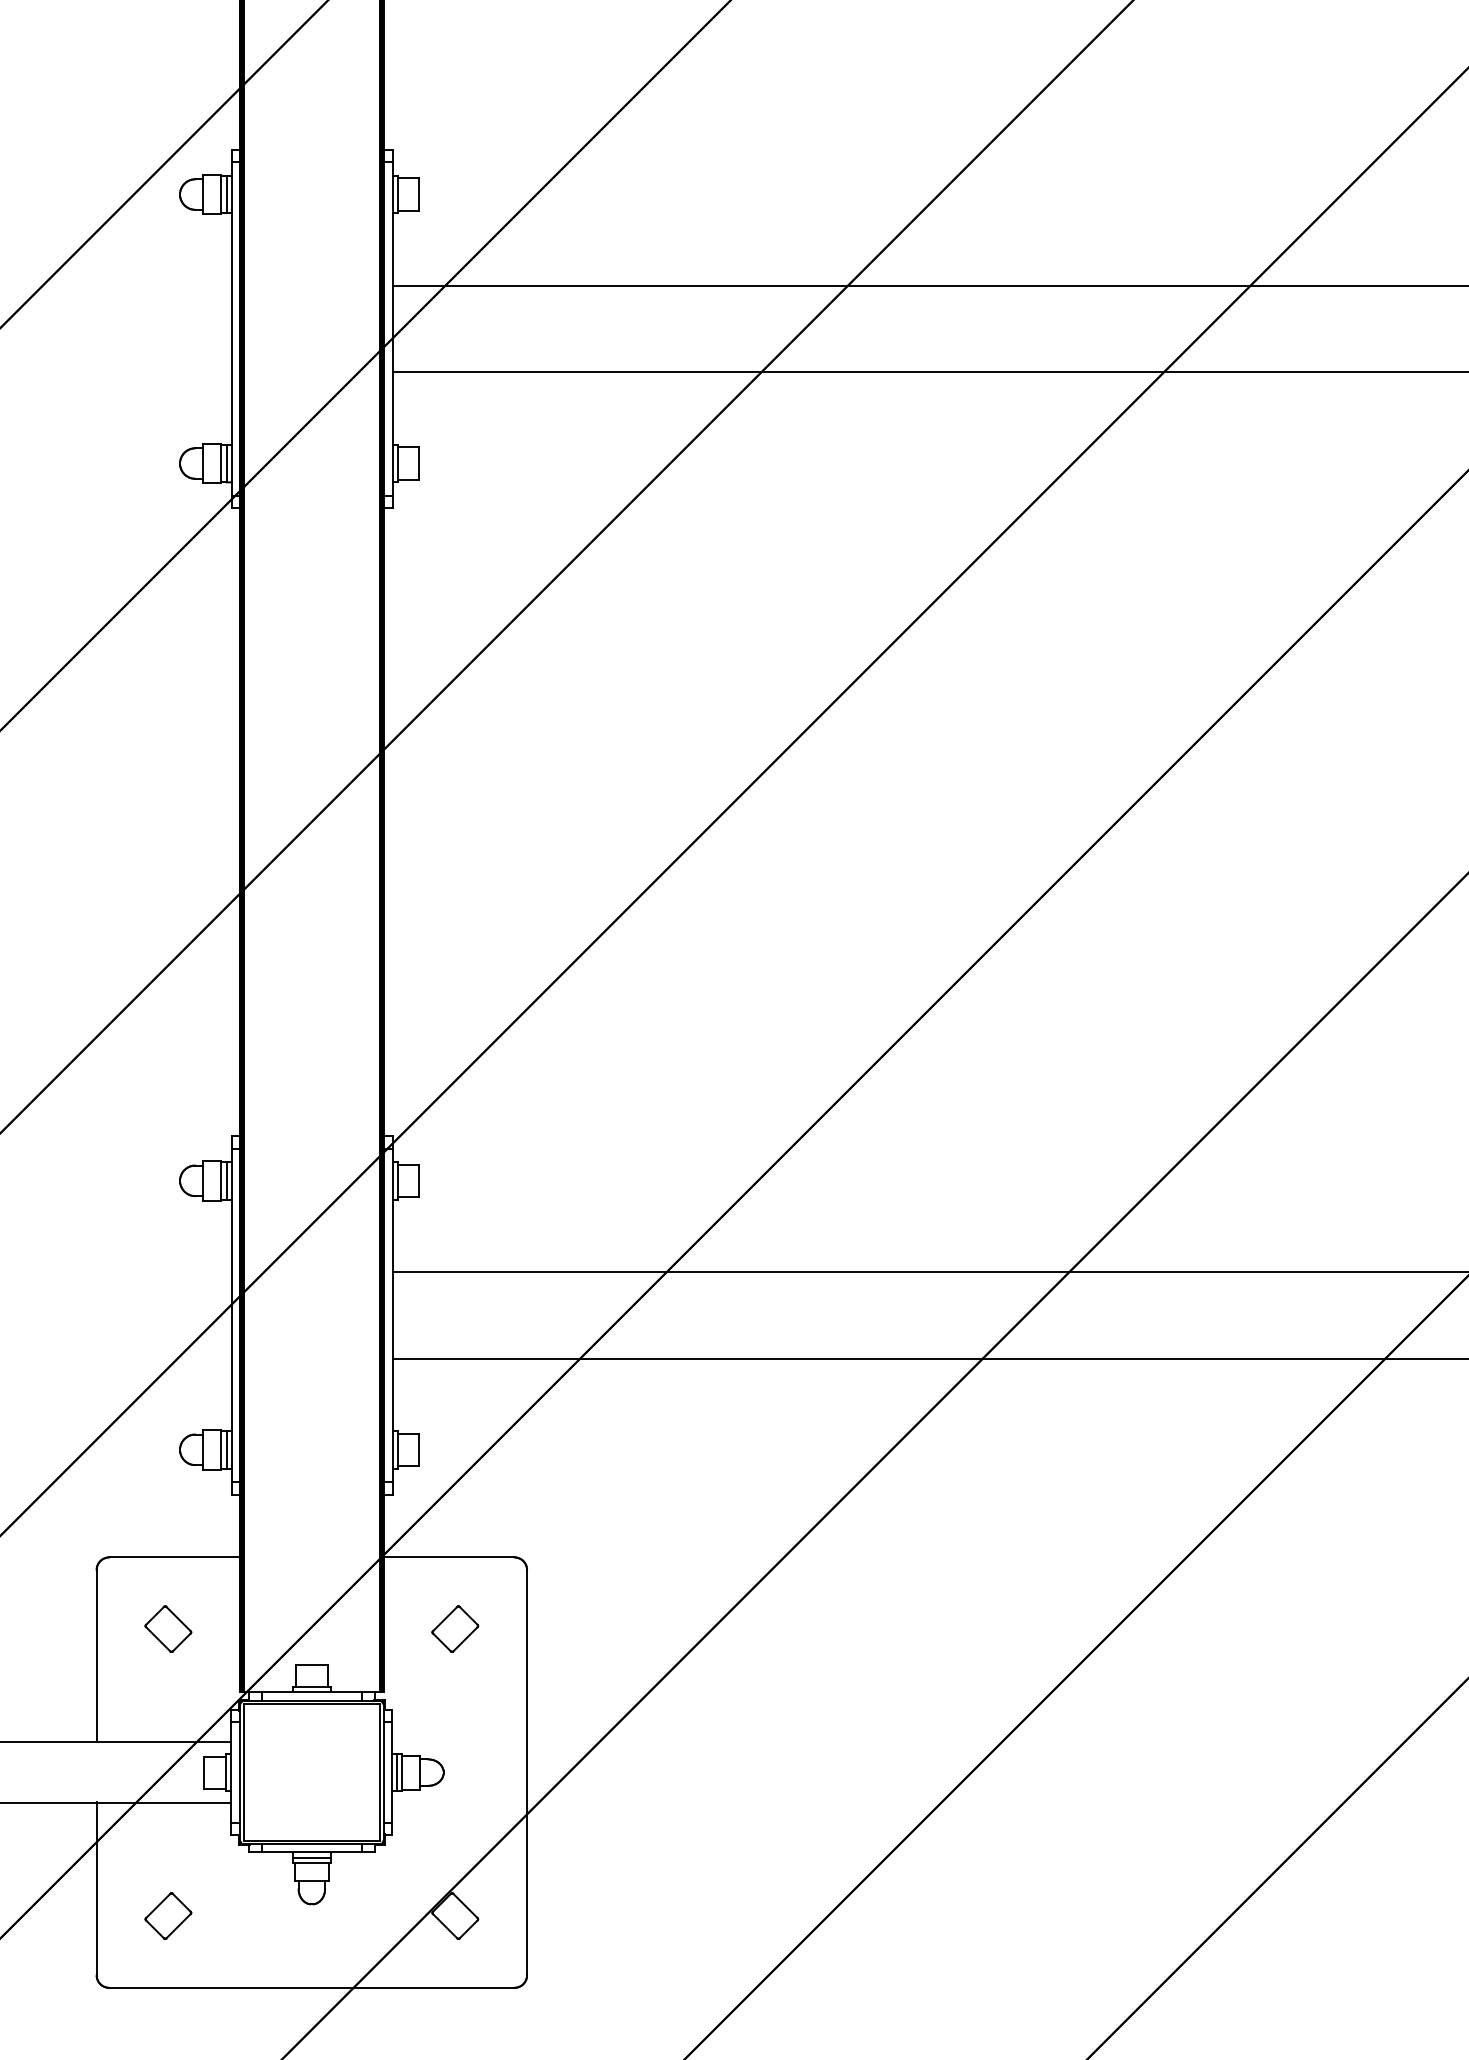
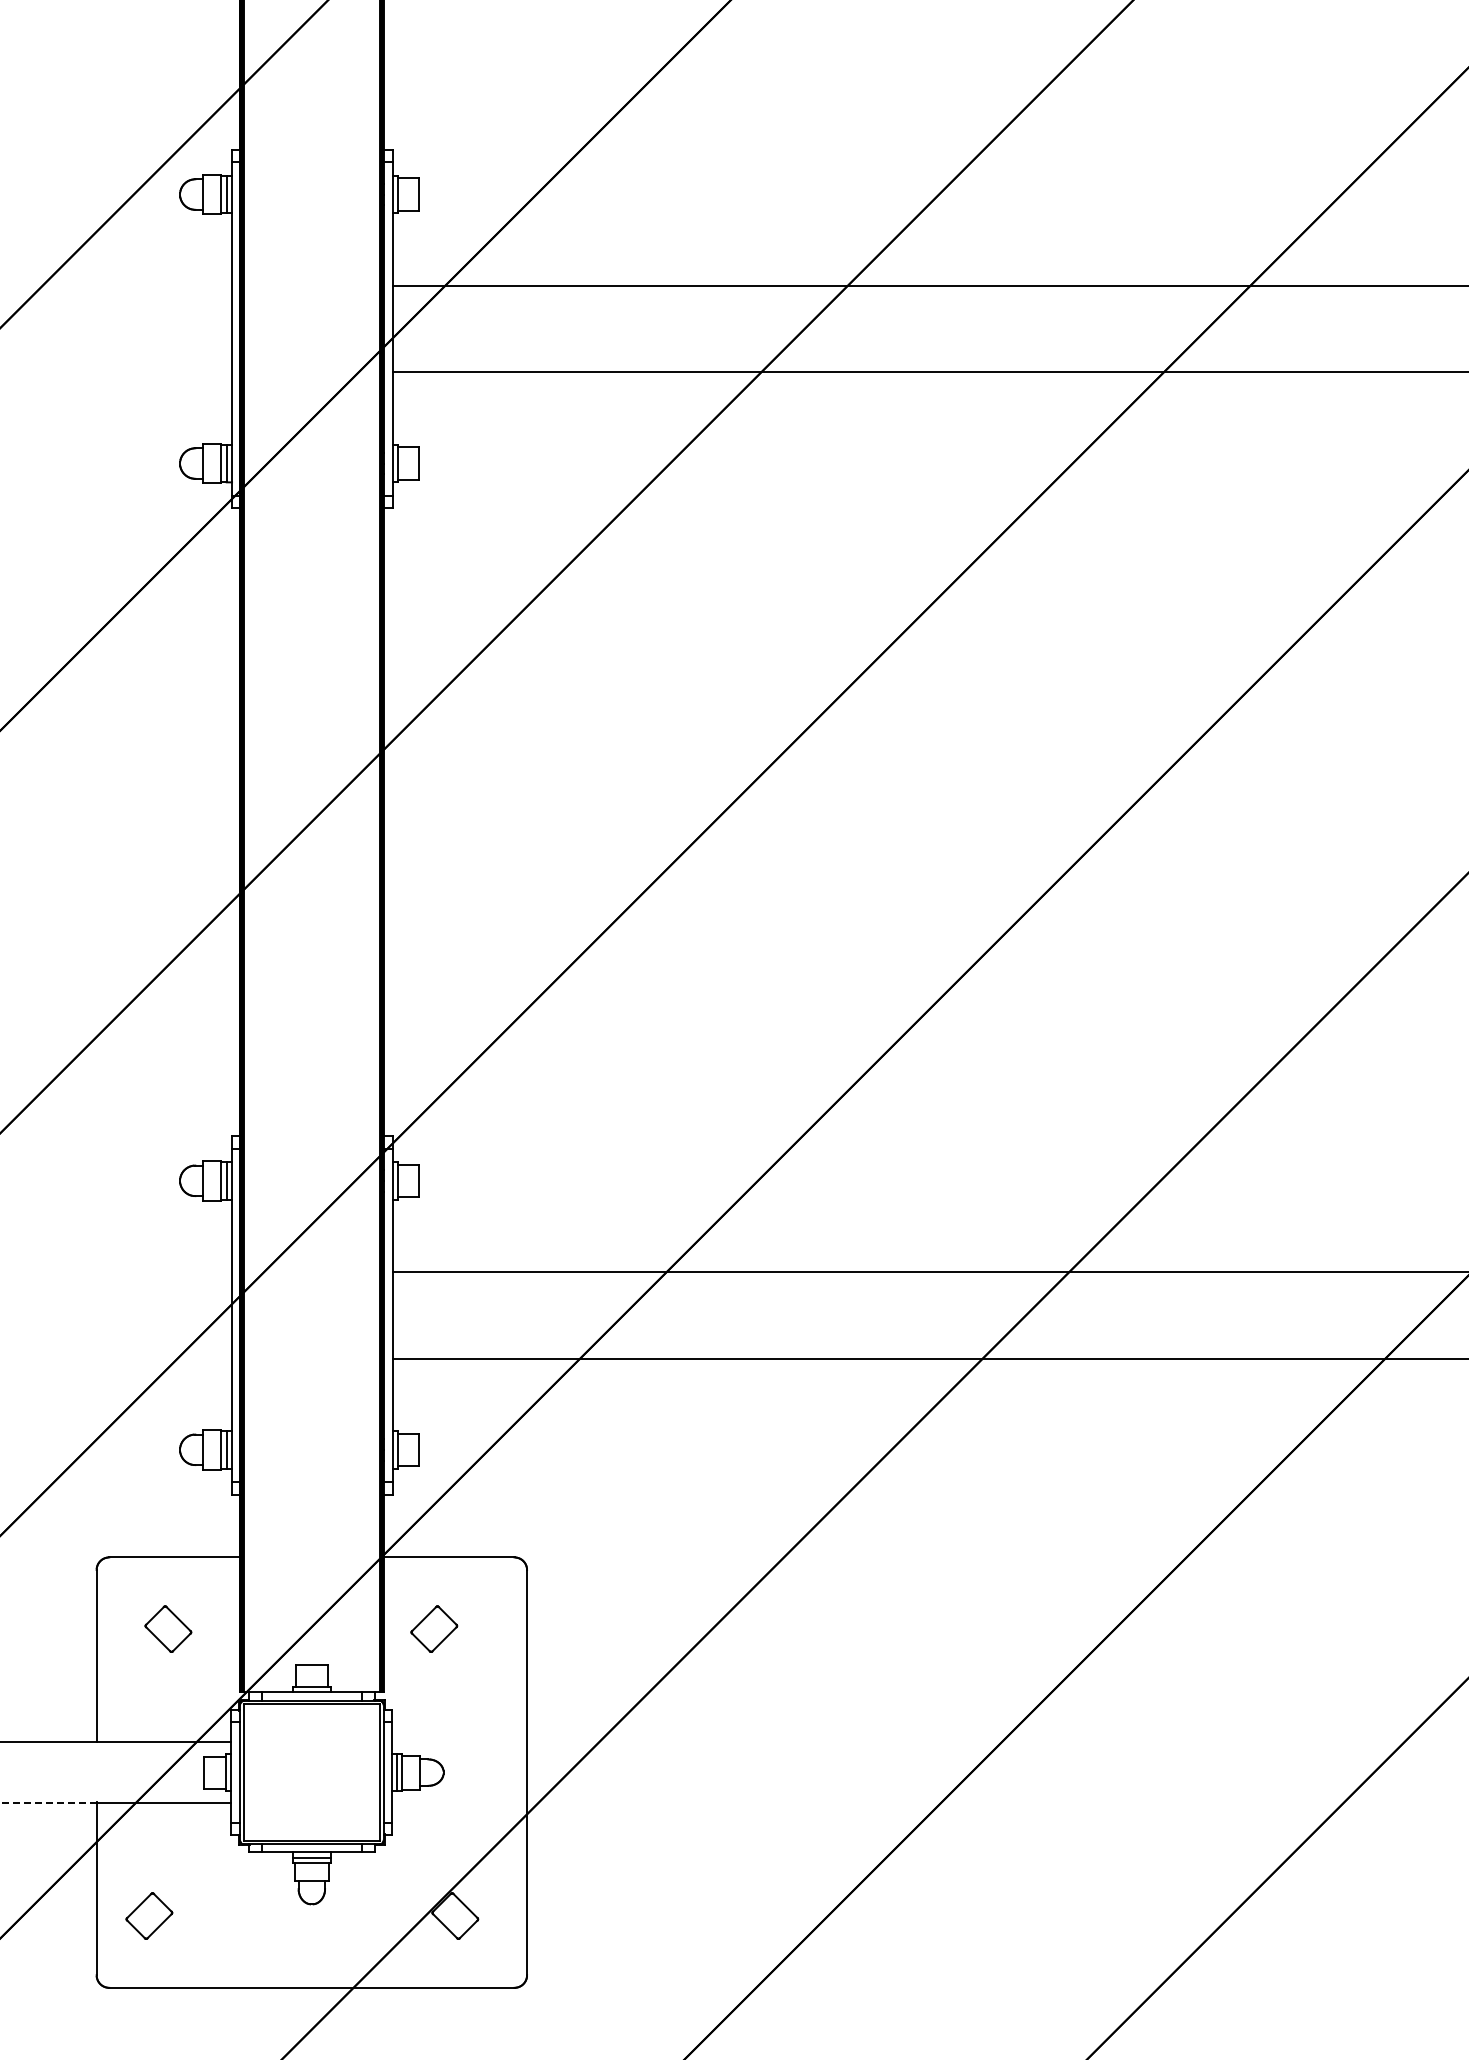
part at (455, 1628) position: (455, 1628) -> (434, 1628)
line at (48, 1802): solid -> dashed
part at (168, 1915) position: (168, 1915) -> (149, 1915)
